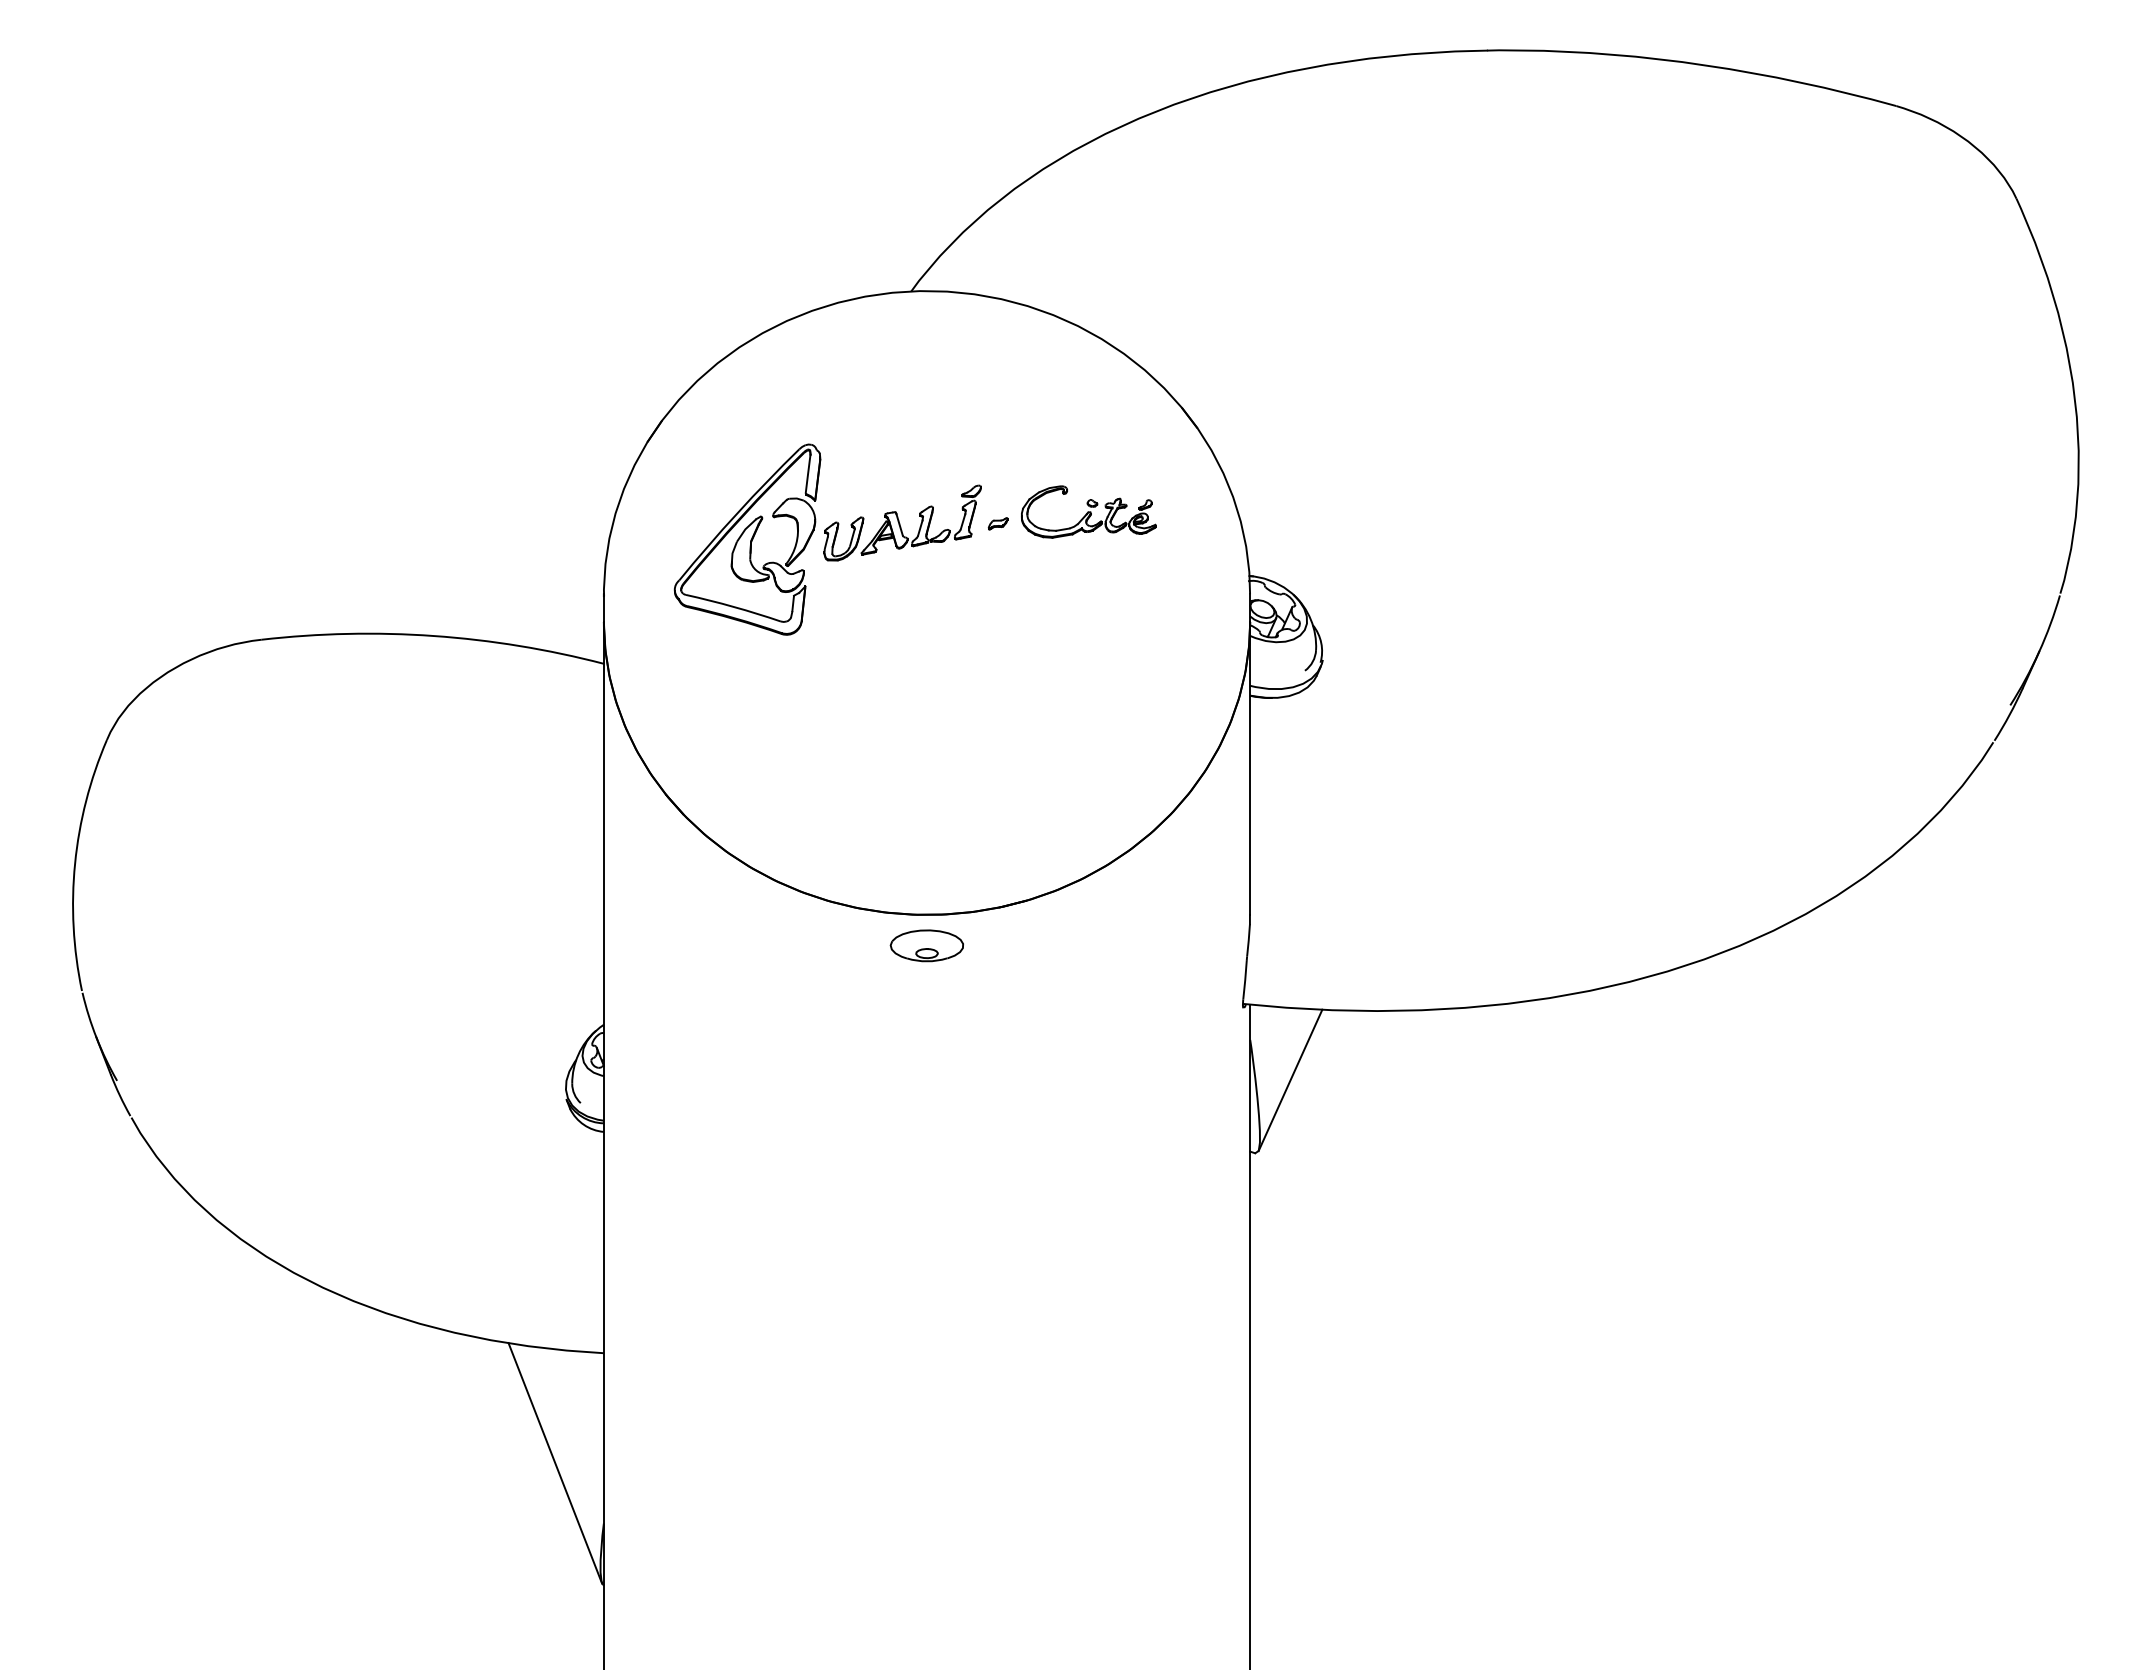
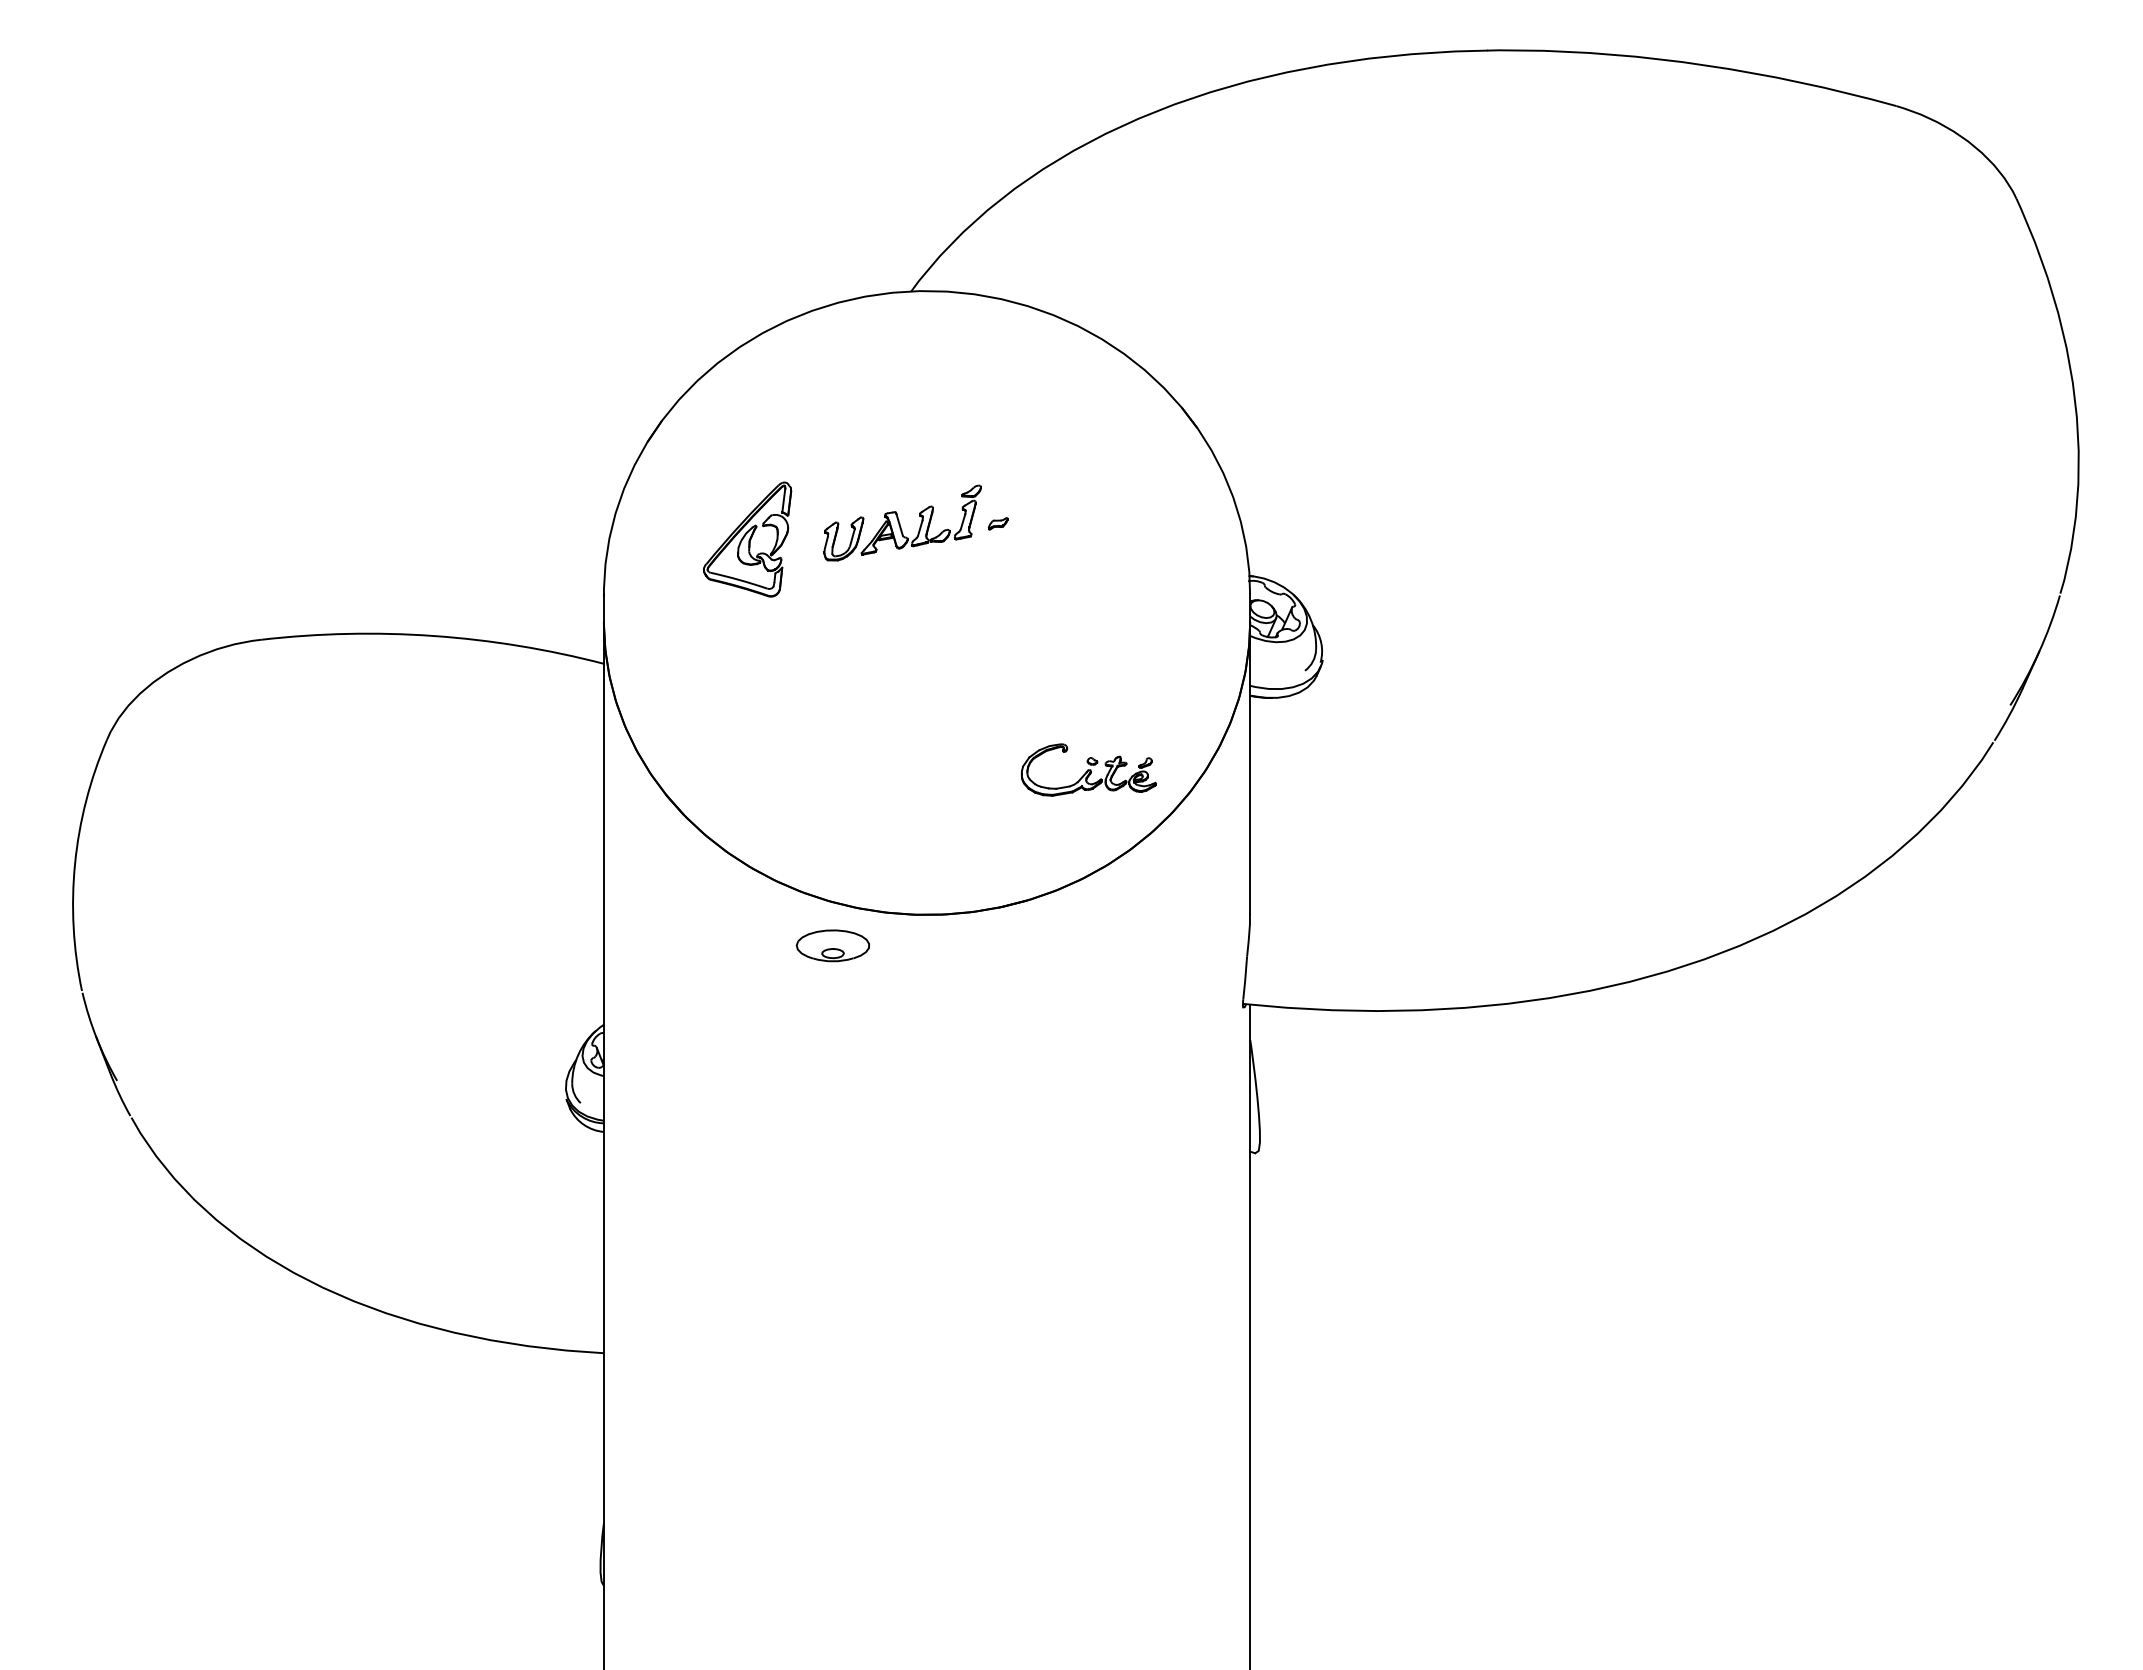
part at (1088, 511) position: (1088, 511) -> (1088, 769)
part at (747, 539) size: 149x193 px -> 90x117 px
part at (926, 945) position: (926, 945) -> (832, 945)
line at (1290, 1080): present -> none
line at (555, 1463): present -> none
